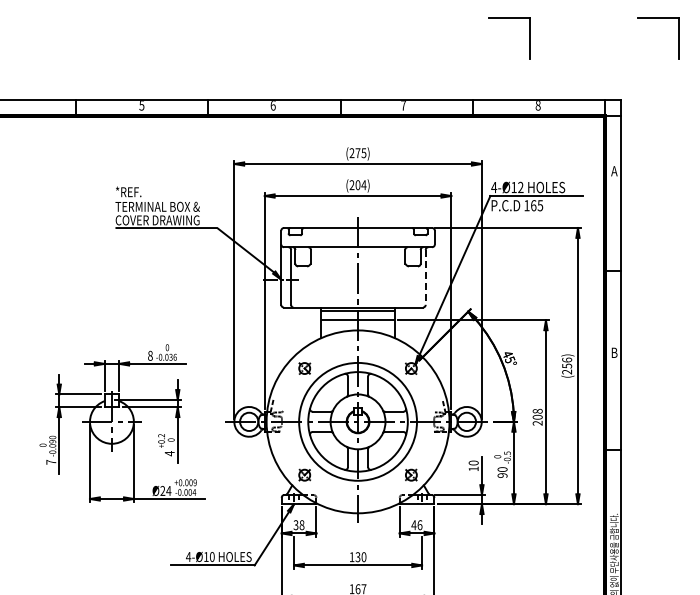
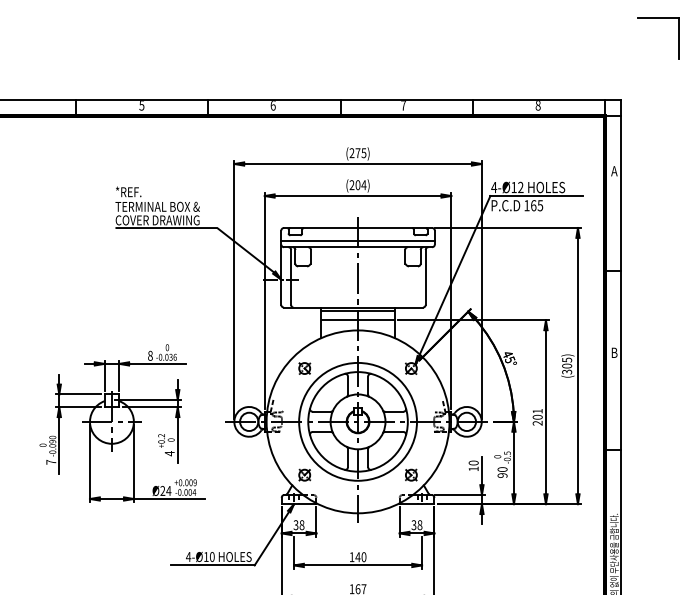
part at (509, 18): present -> none
line at (357, 240): none -> present
line at (425, 277): dashed -> solid
text at (567, 365): (256) -> (305)
text at (537, 410): 208 -> 201
text at (416, 525): 46 -> 38
text at (357, 557): 130 -> 140
